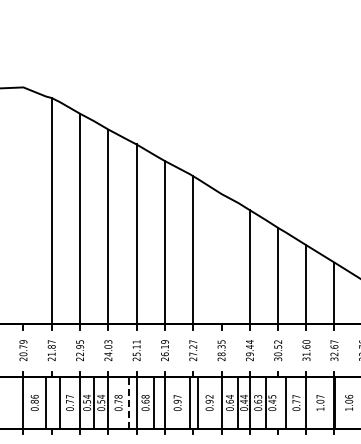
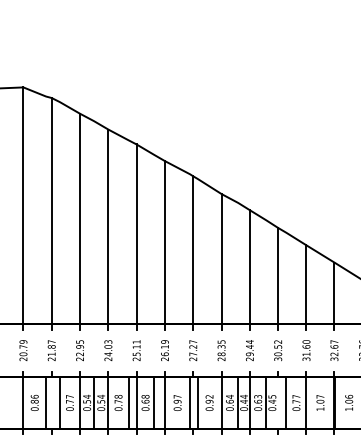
line at (23, 205): none -> present
line at (221, 259): none -> present
line at (128, 402): dashed -> solid
